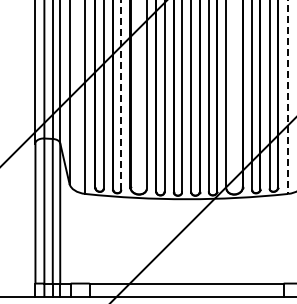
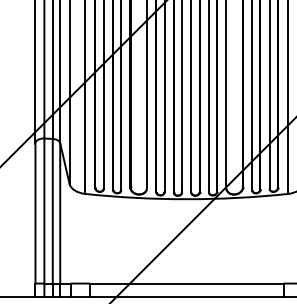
line at (121, 95): dashed -> solid
line at (288, 97): dashed -> solid
